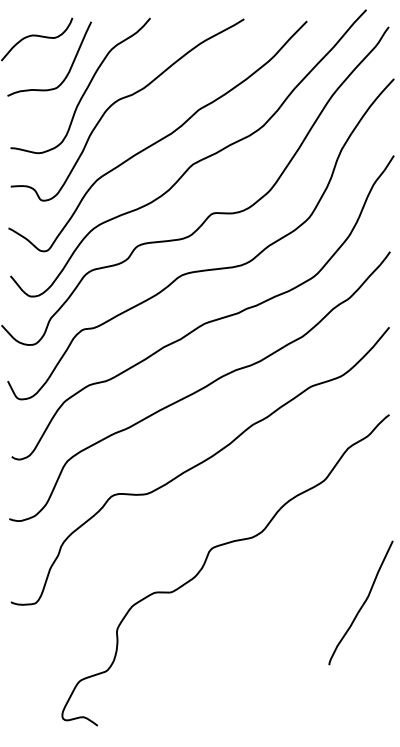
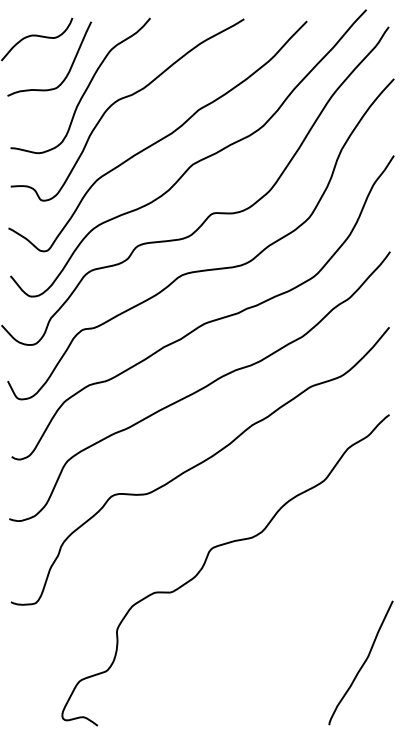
curve at (362, 604) position: (362, 604) -> (362, 664)
